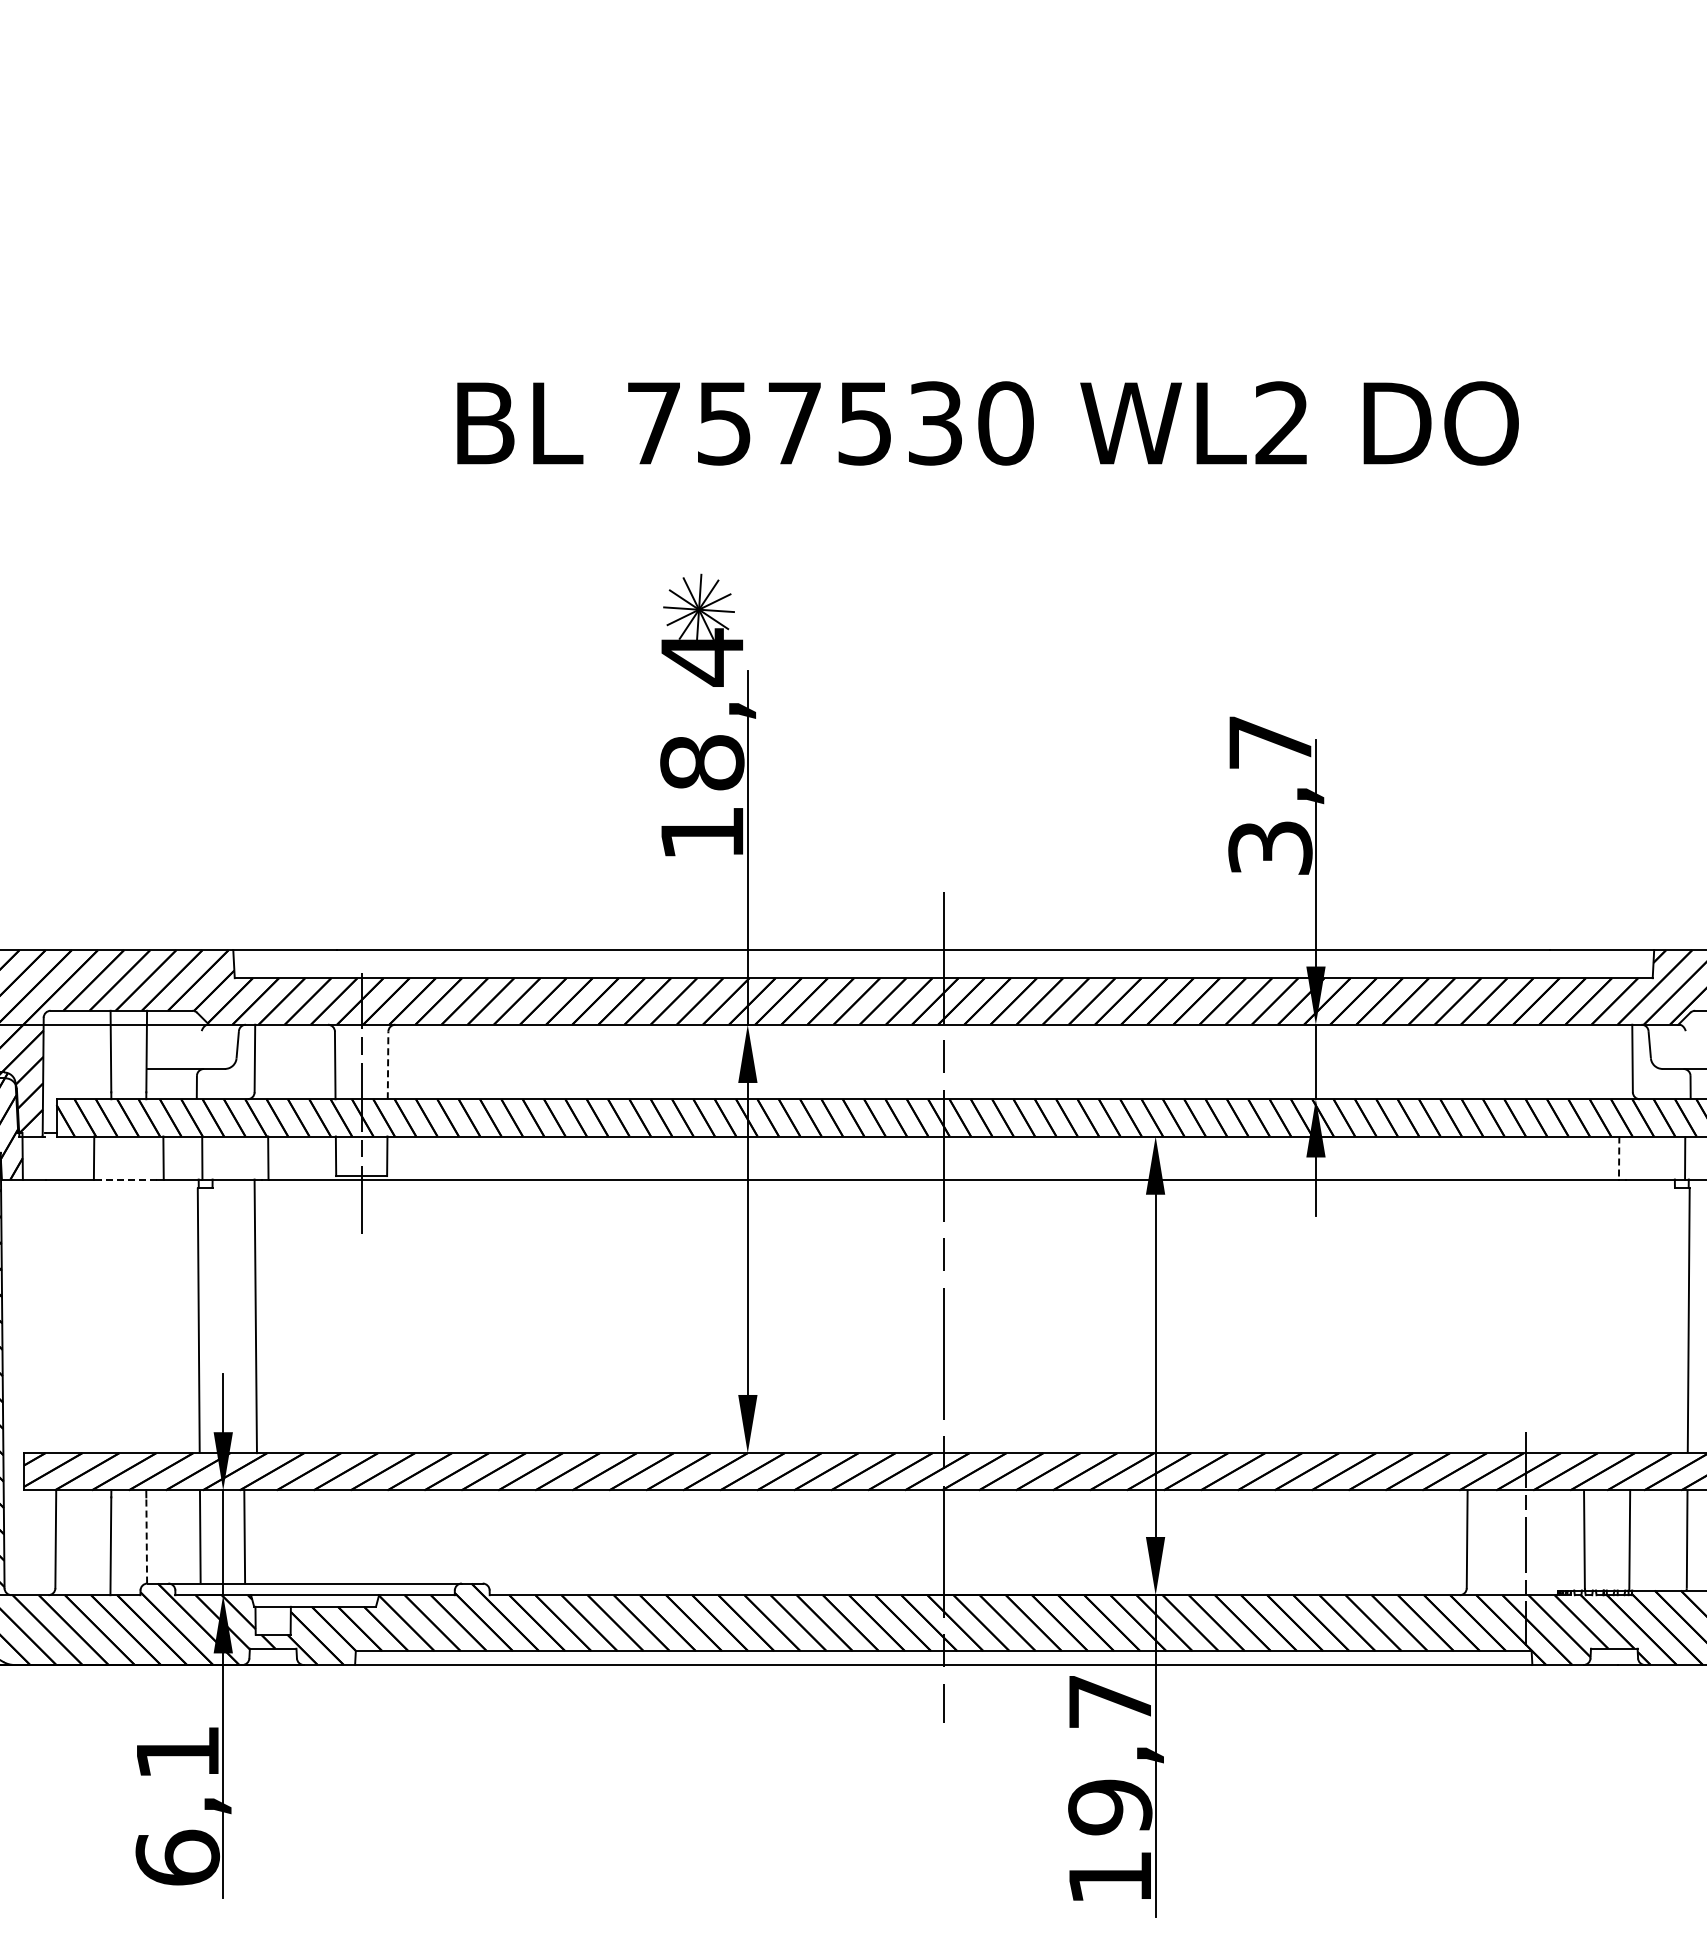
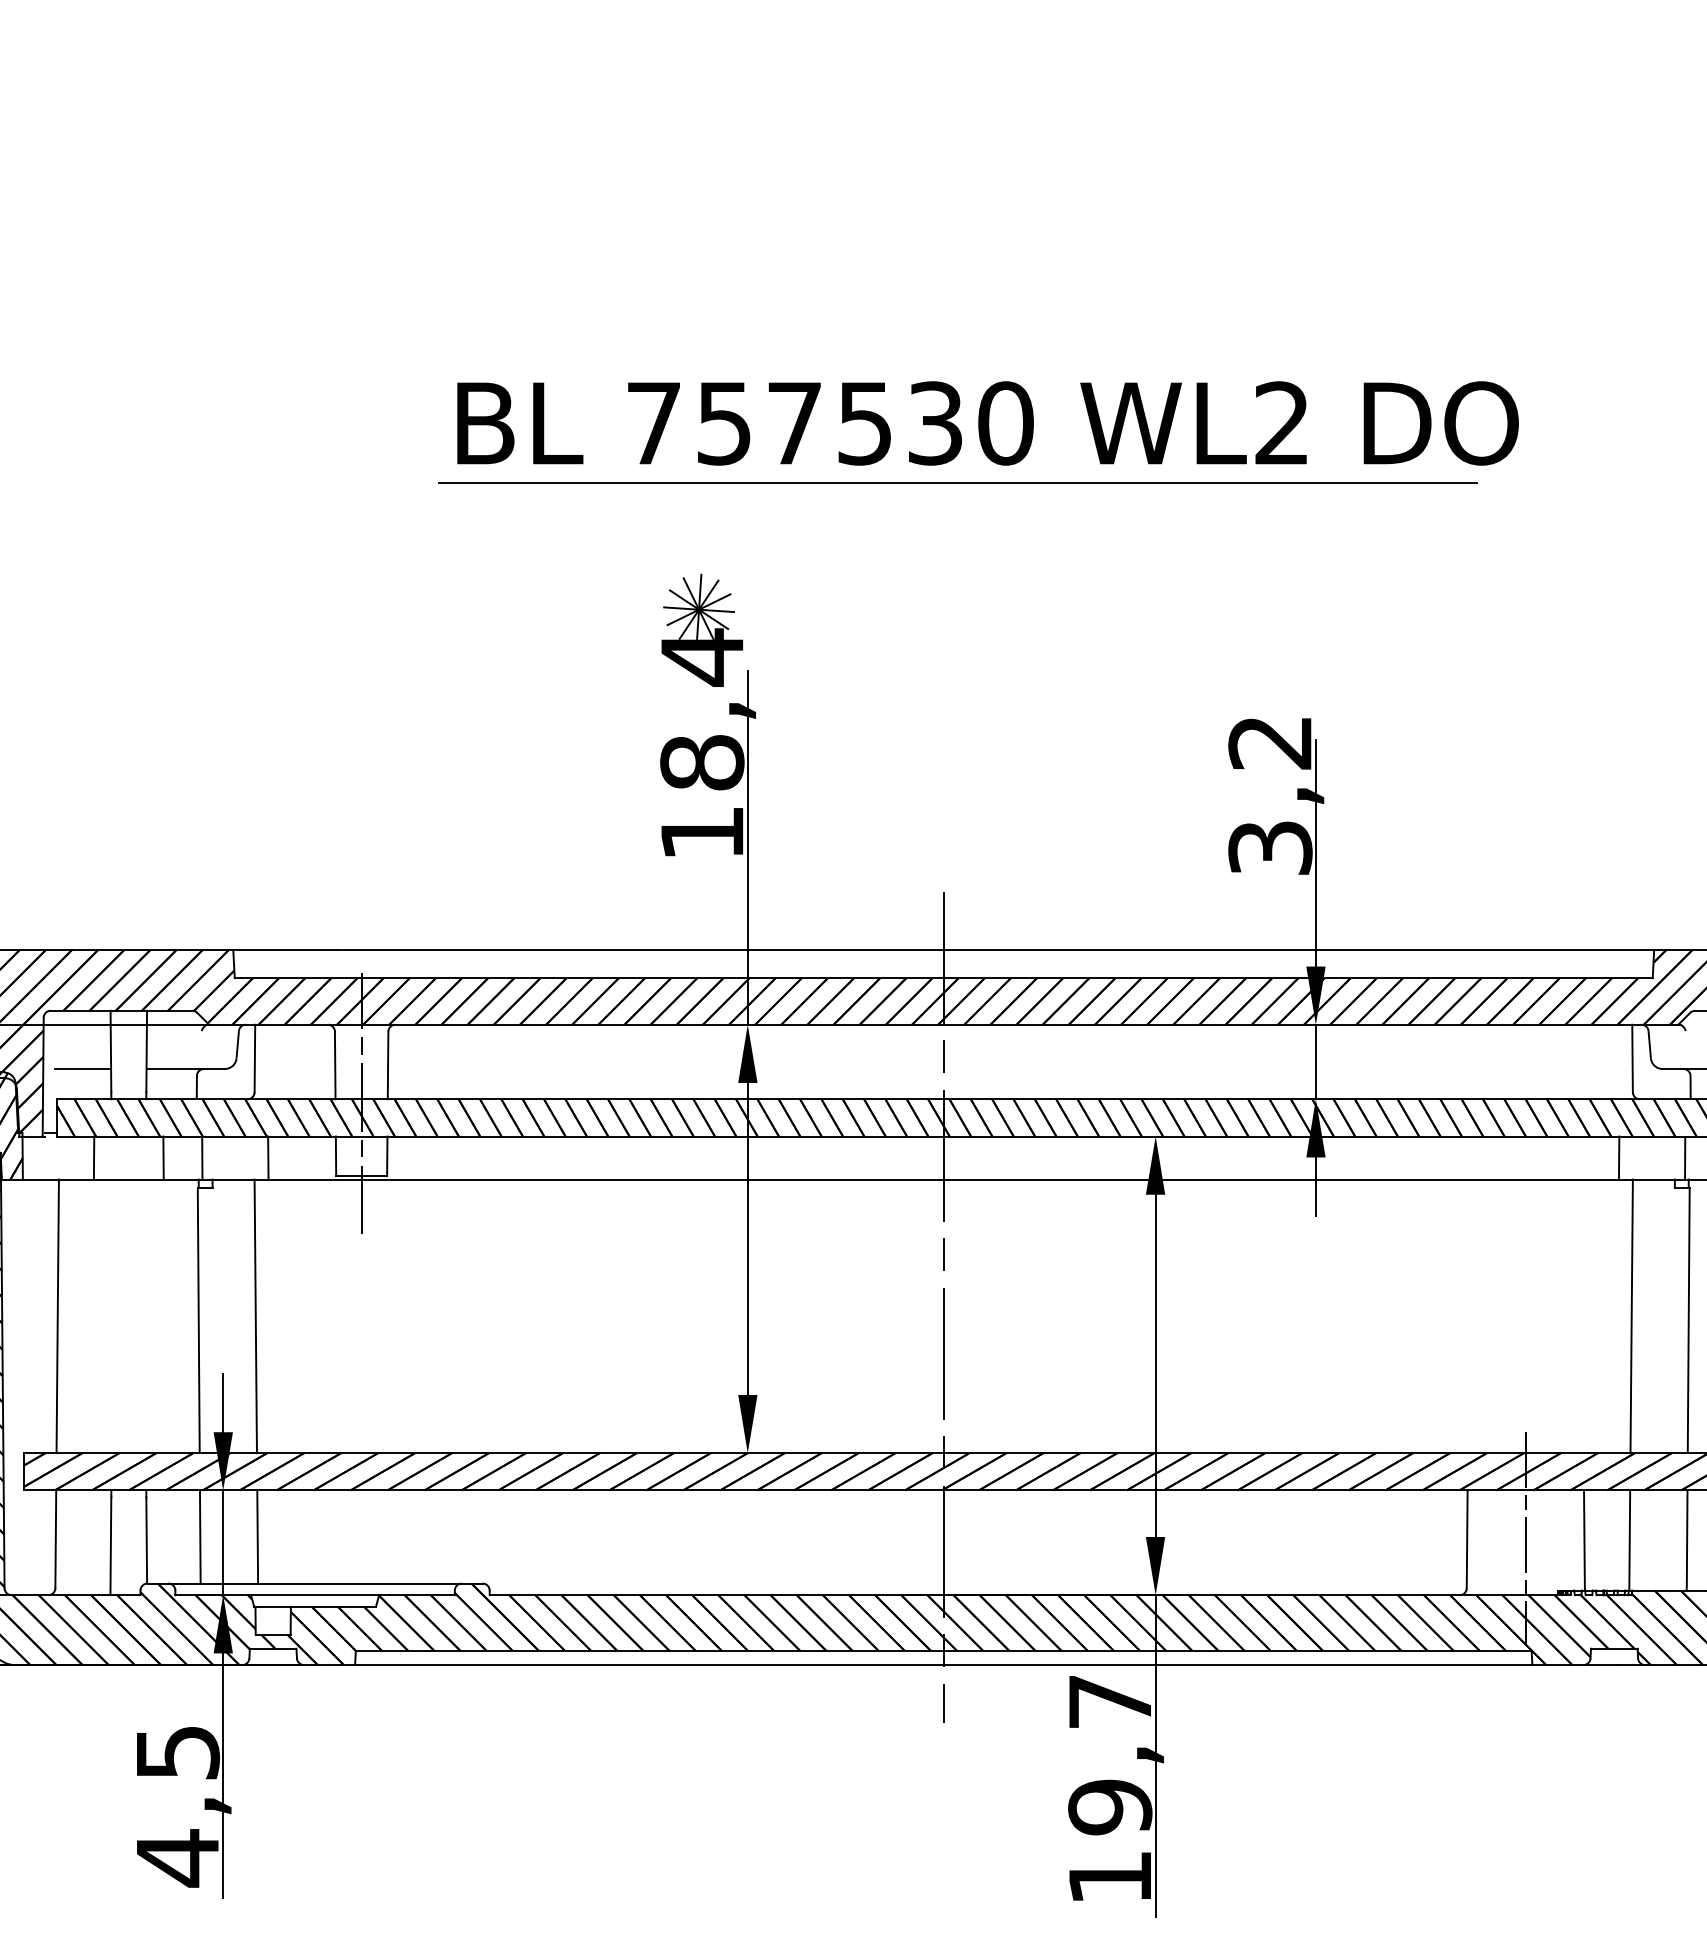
line at (957, 482): none -> present
text at (1269, 742): 3,7 -> 3,2
line at (388, 1065): dashed -> solid
line at (82, 1068): none -> present
line at (1619, 1158): dashed -> solid
line at (128, 1179): dashed -> solid
line at (57, 1316): none -> present
line at (1631, 1316): none -> present
line at (244, 1536) position: (244, 1536) -> (257, 1536)
line at (146, 1539): dashed -> solid
text at (177, 1807): 6,1 -> 4,5
